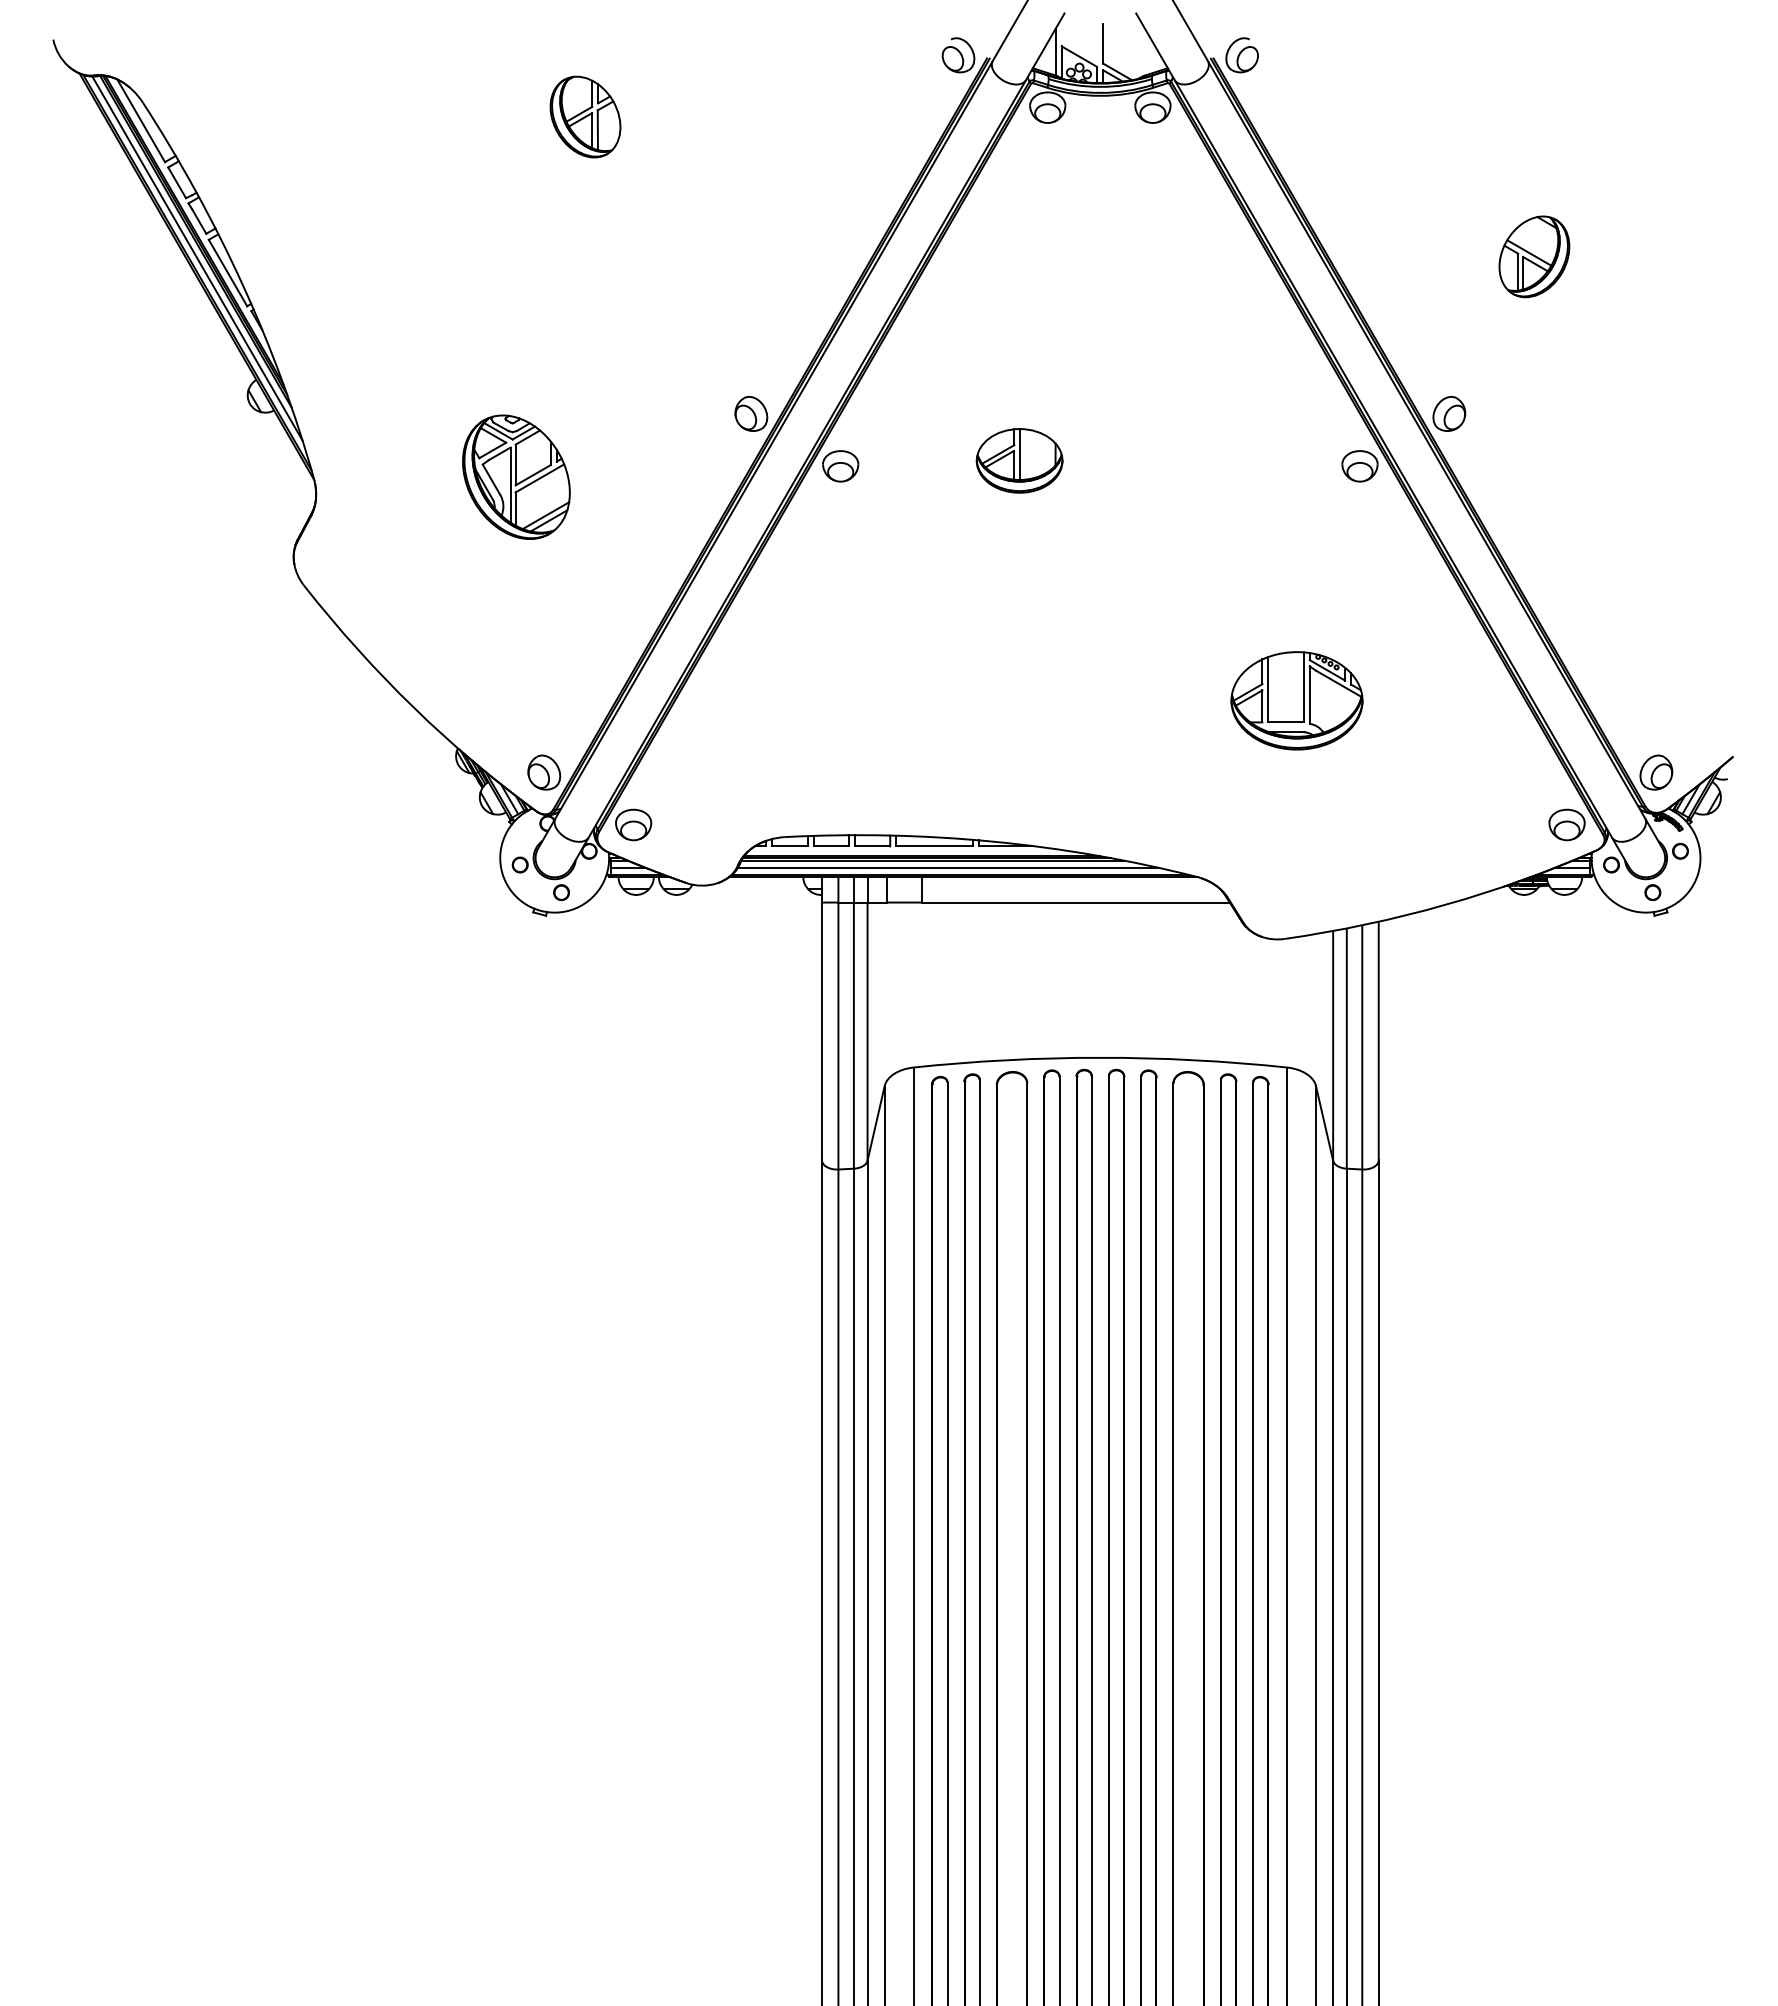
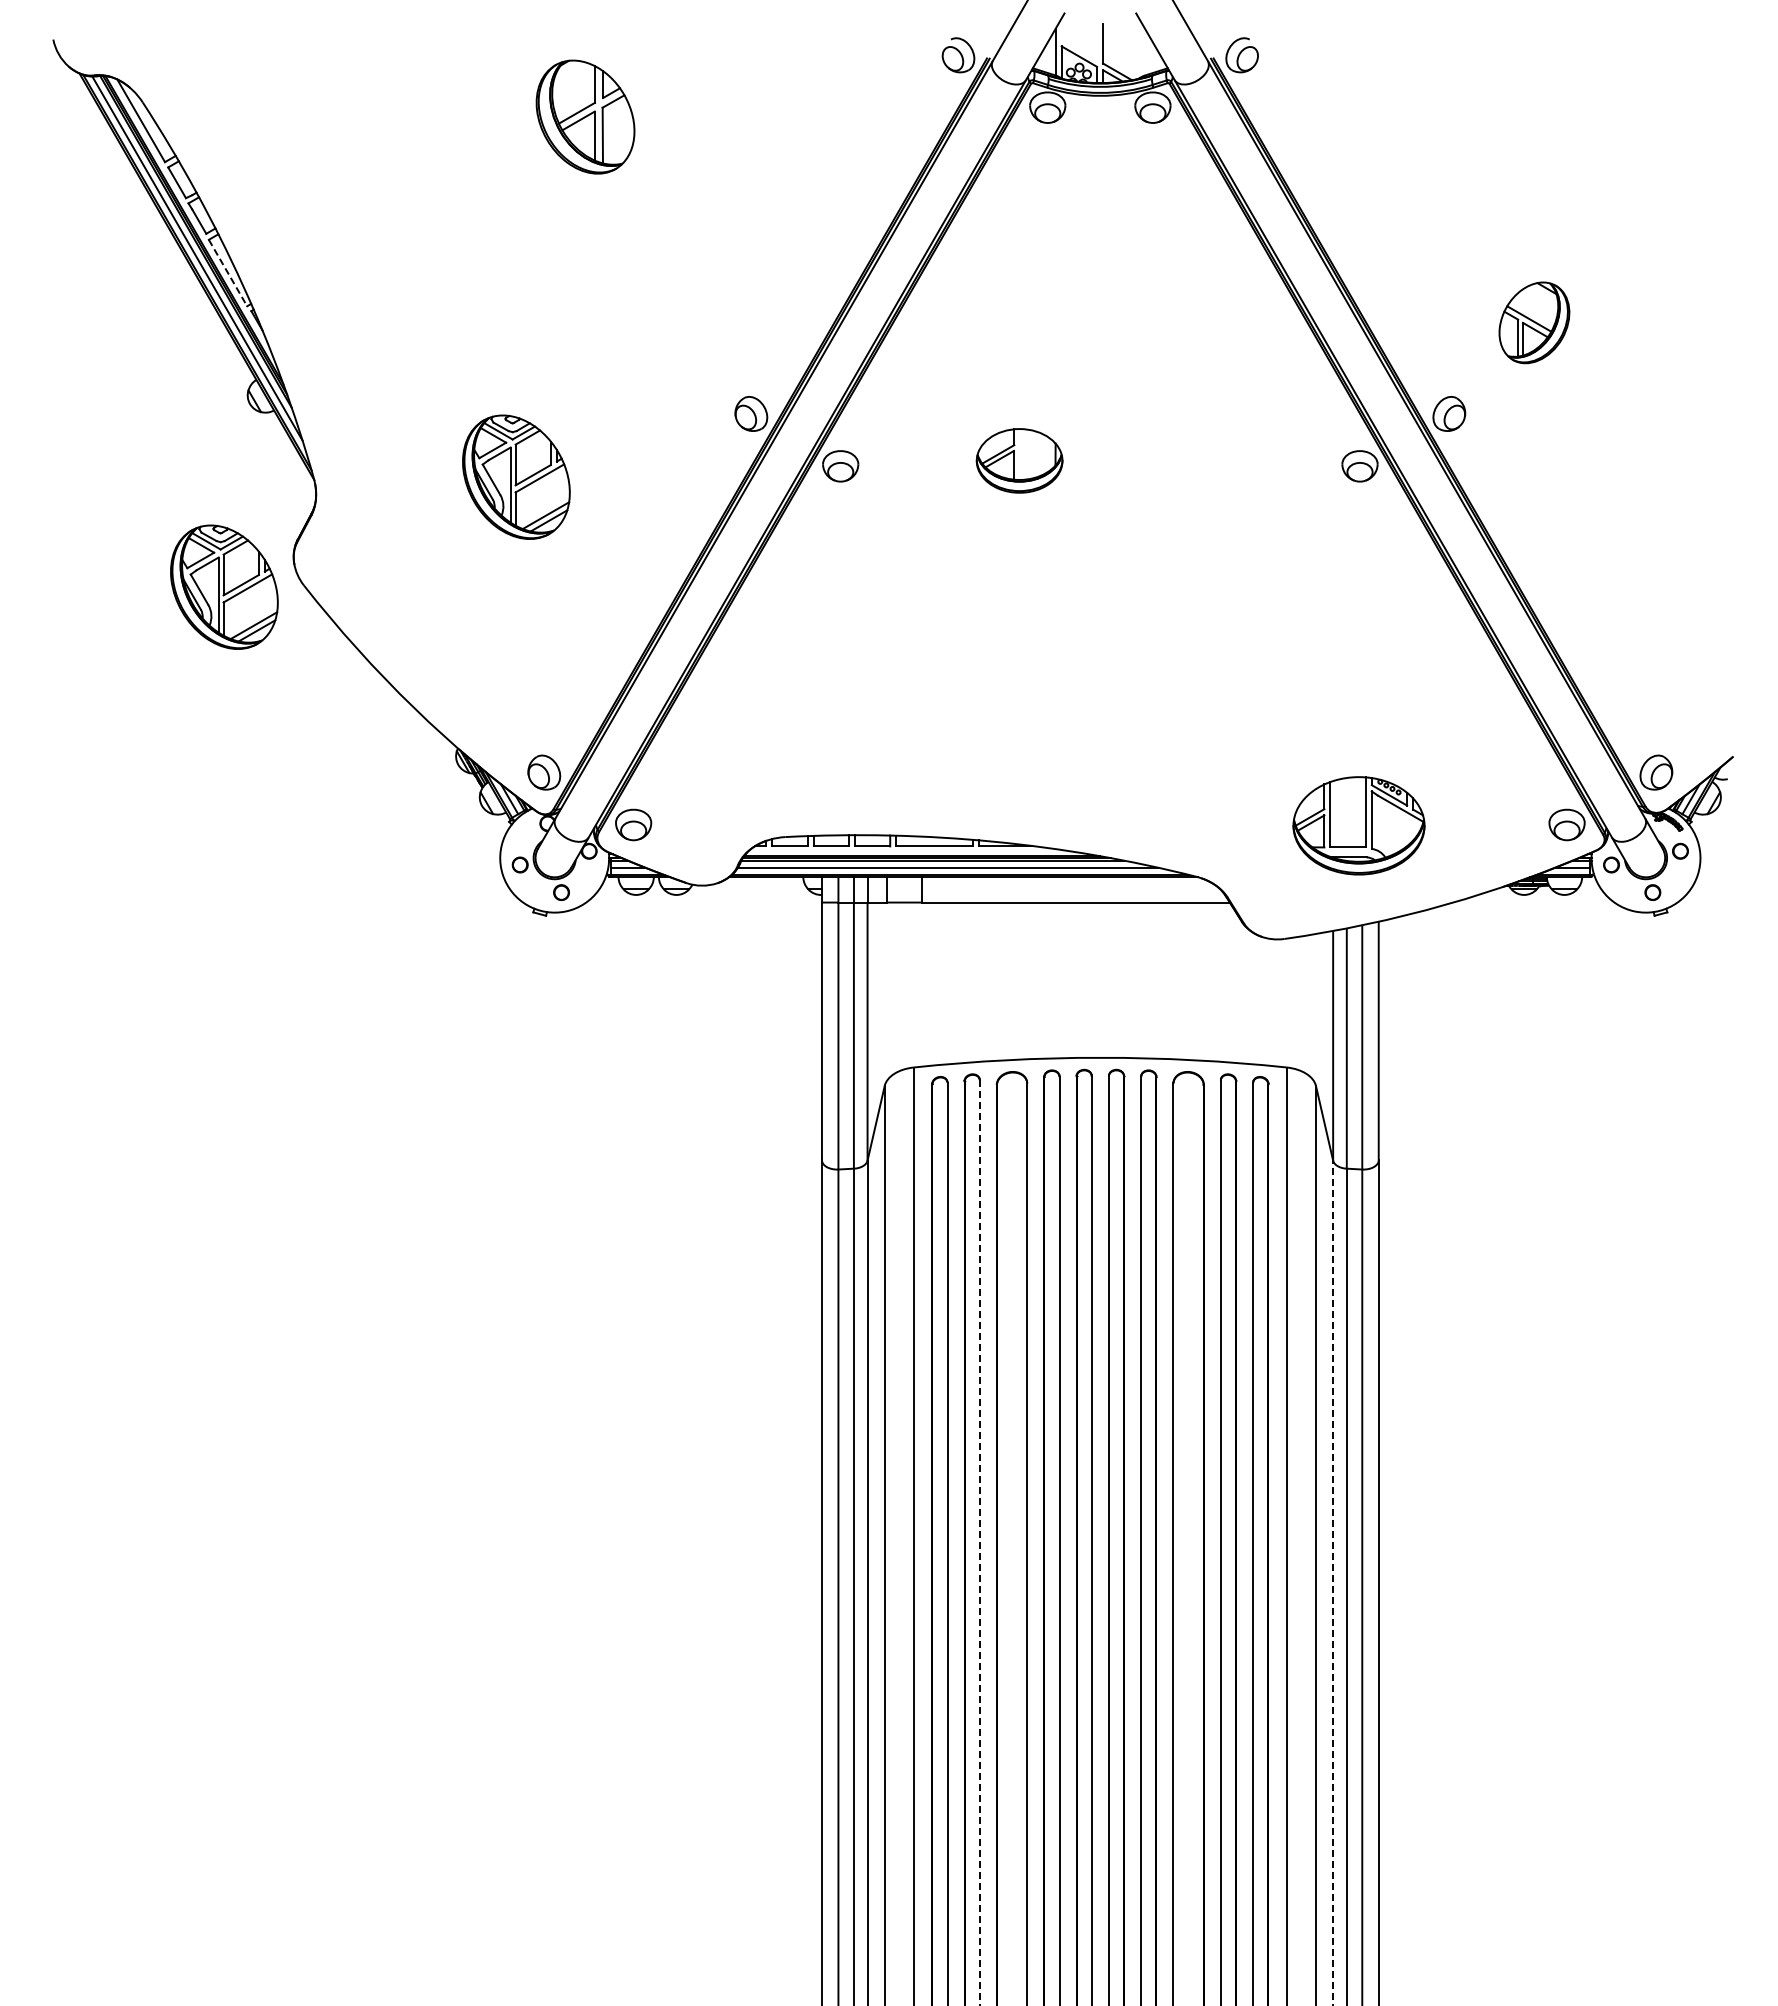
part at (585, 116) size: 73x84 px -> 101x116 px
part at (1534, 256) position: (1534, 256) -> (1534, 322)
line at (228, 273): solid -> dashed
line at (1020, 454): present -> none
part at (224, 586): none -> present
part at (1296, 700) position: (1296, 700) -> (1358, 825)
line at (979, 1543): solid -> dashed
line at (1333, 1582): solid -> dashed
